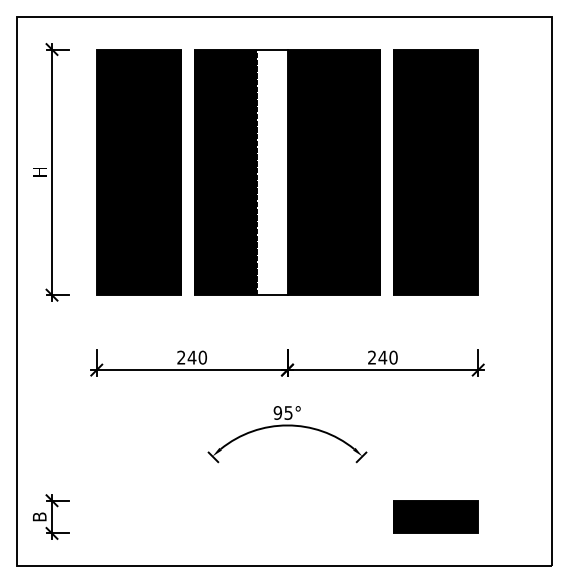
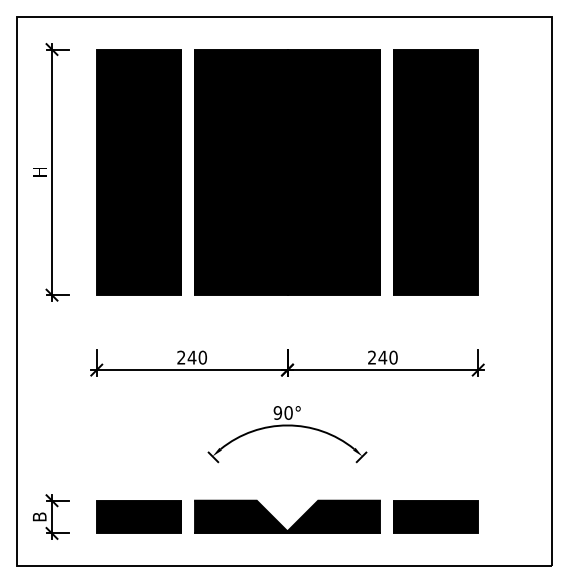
fill at (271, 172): none -> present
text at (288, 412): 95° -> 90°
part at (138, 516): none -> present
part at (280, 523): none -> present
